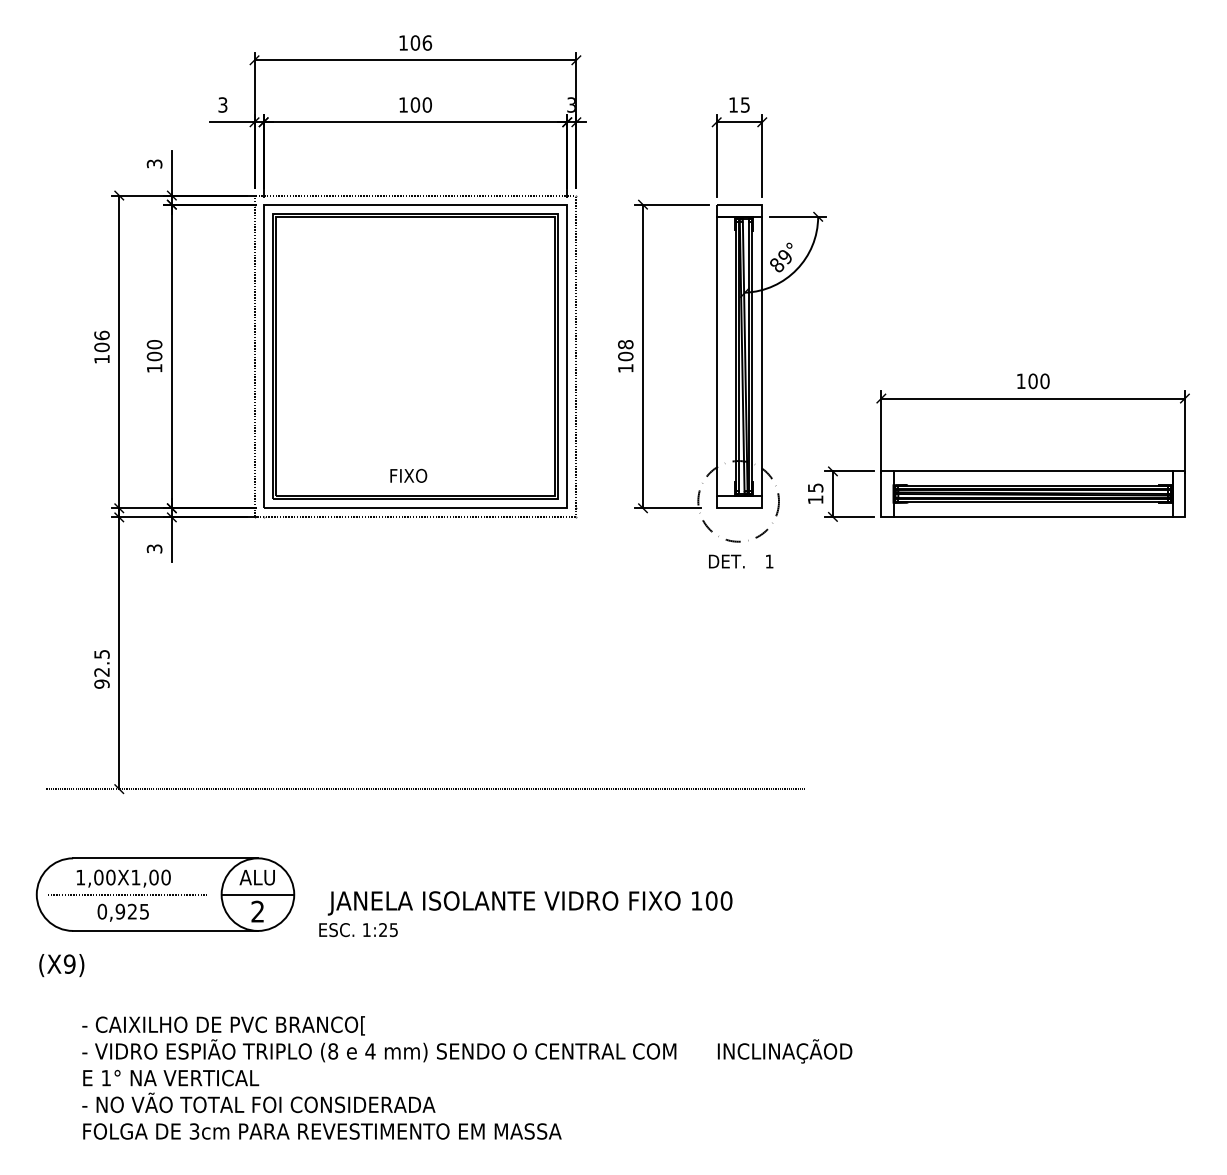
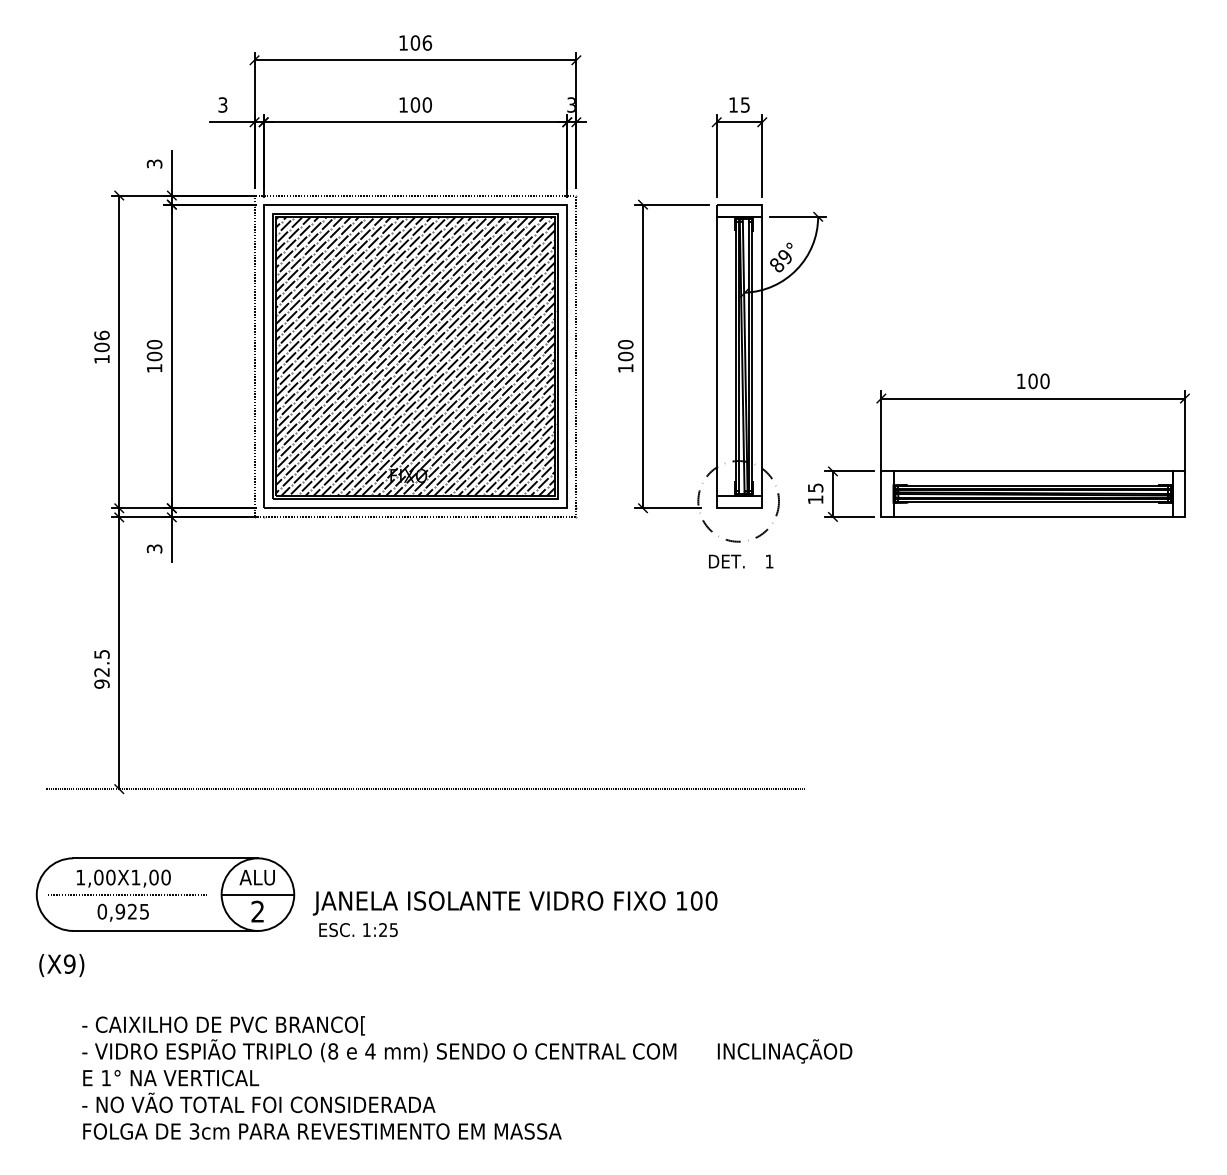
text at (625, 344): 108 -> 100
hatch at (415, 356): none -> present
text at (529, 903) position: (529, 903) -> (514, 903)
